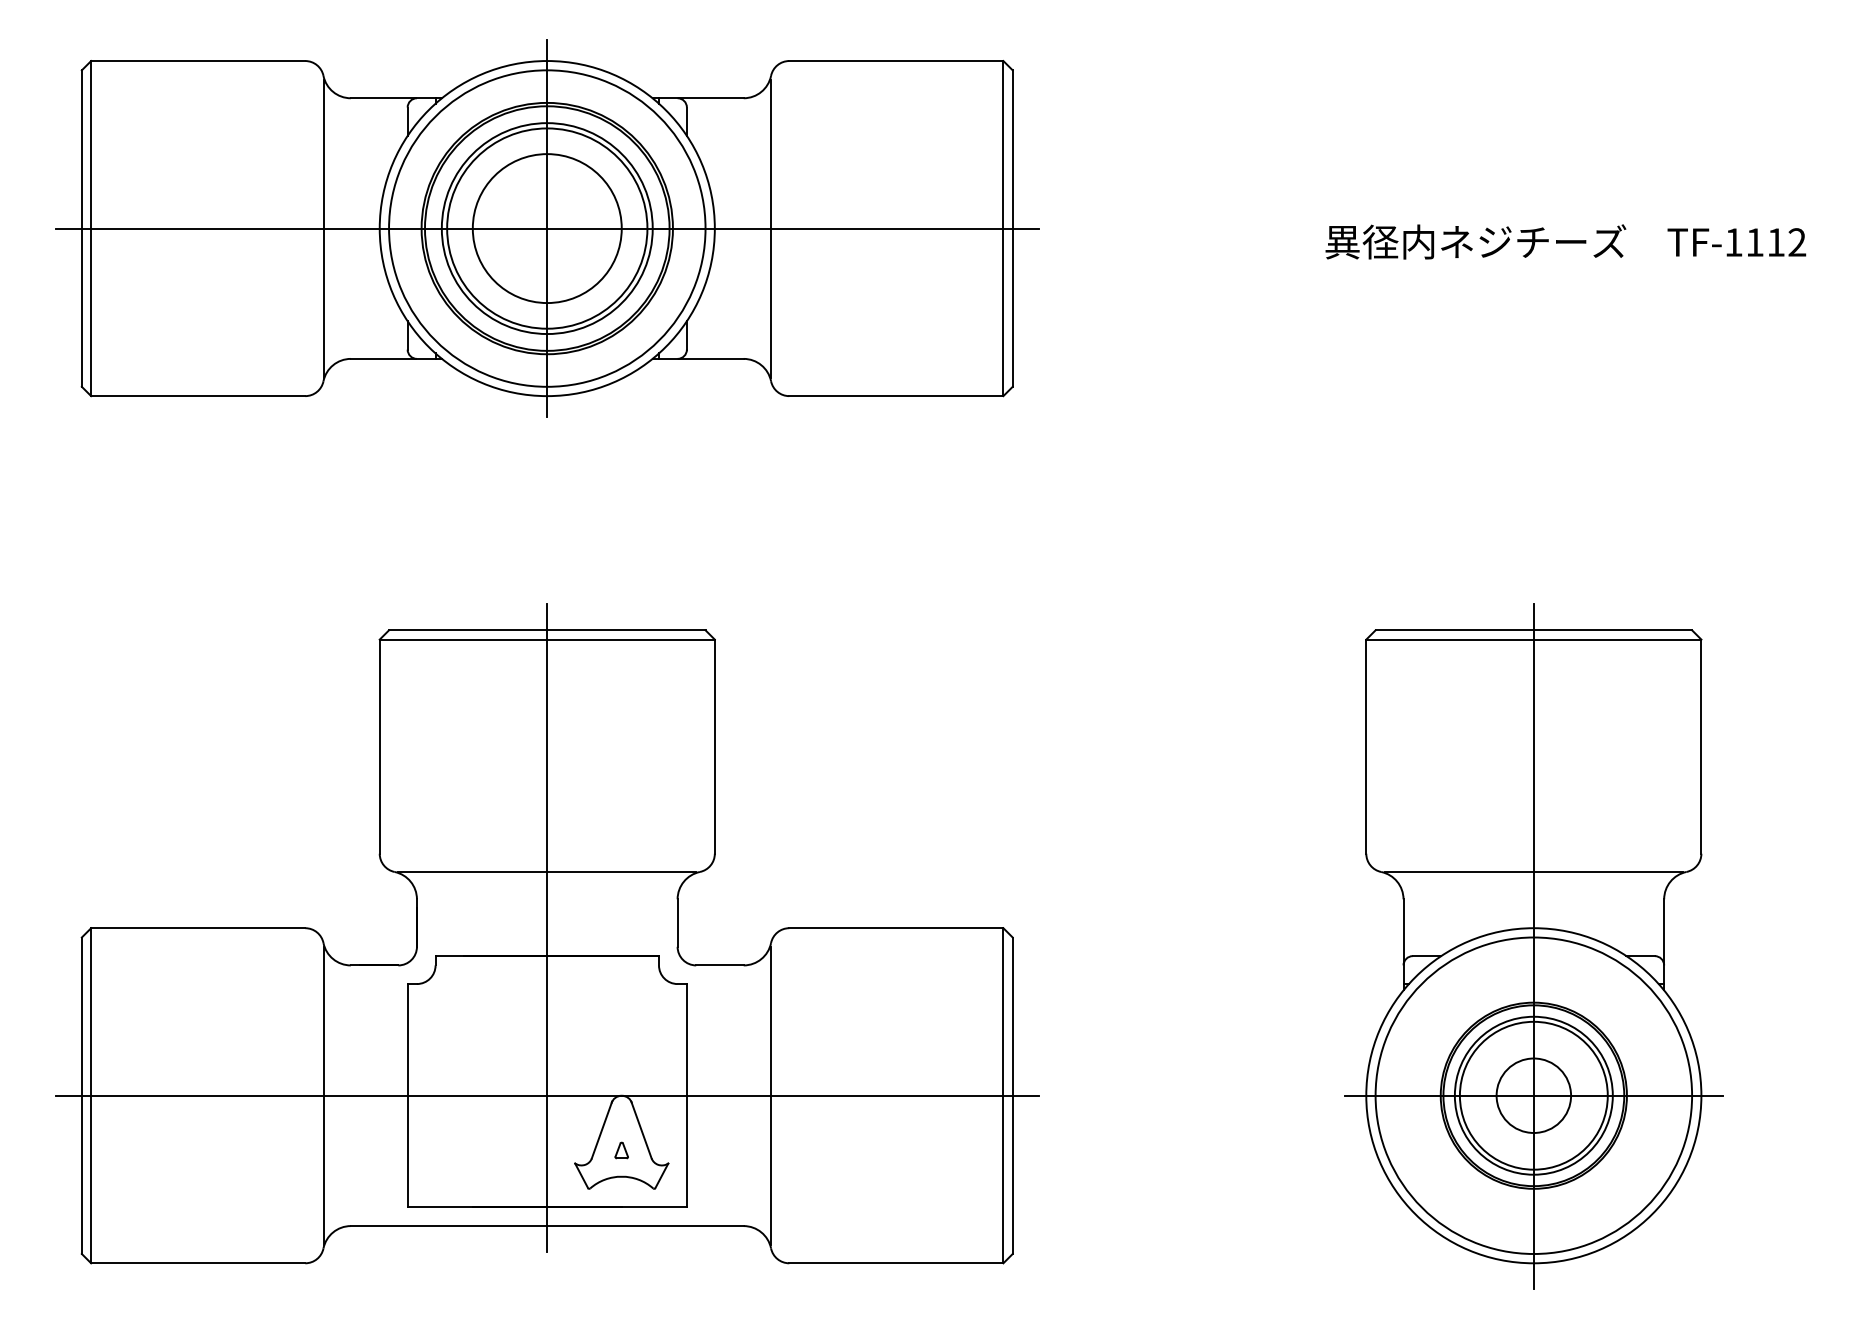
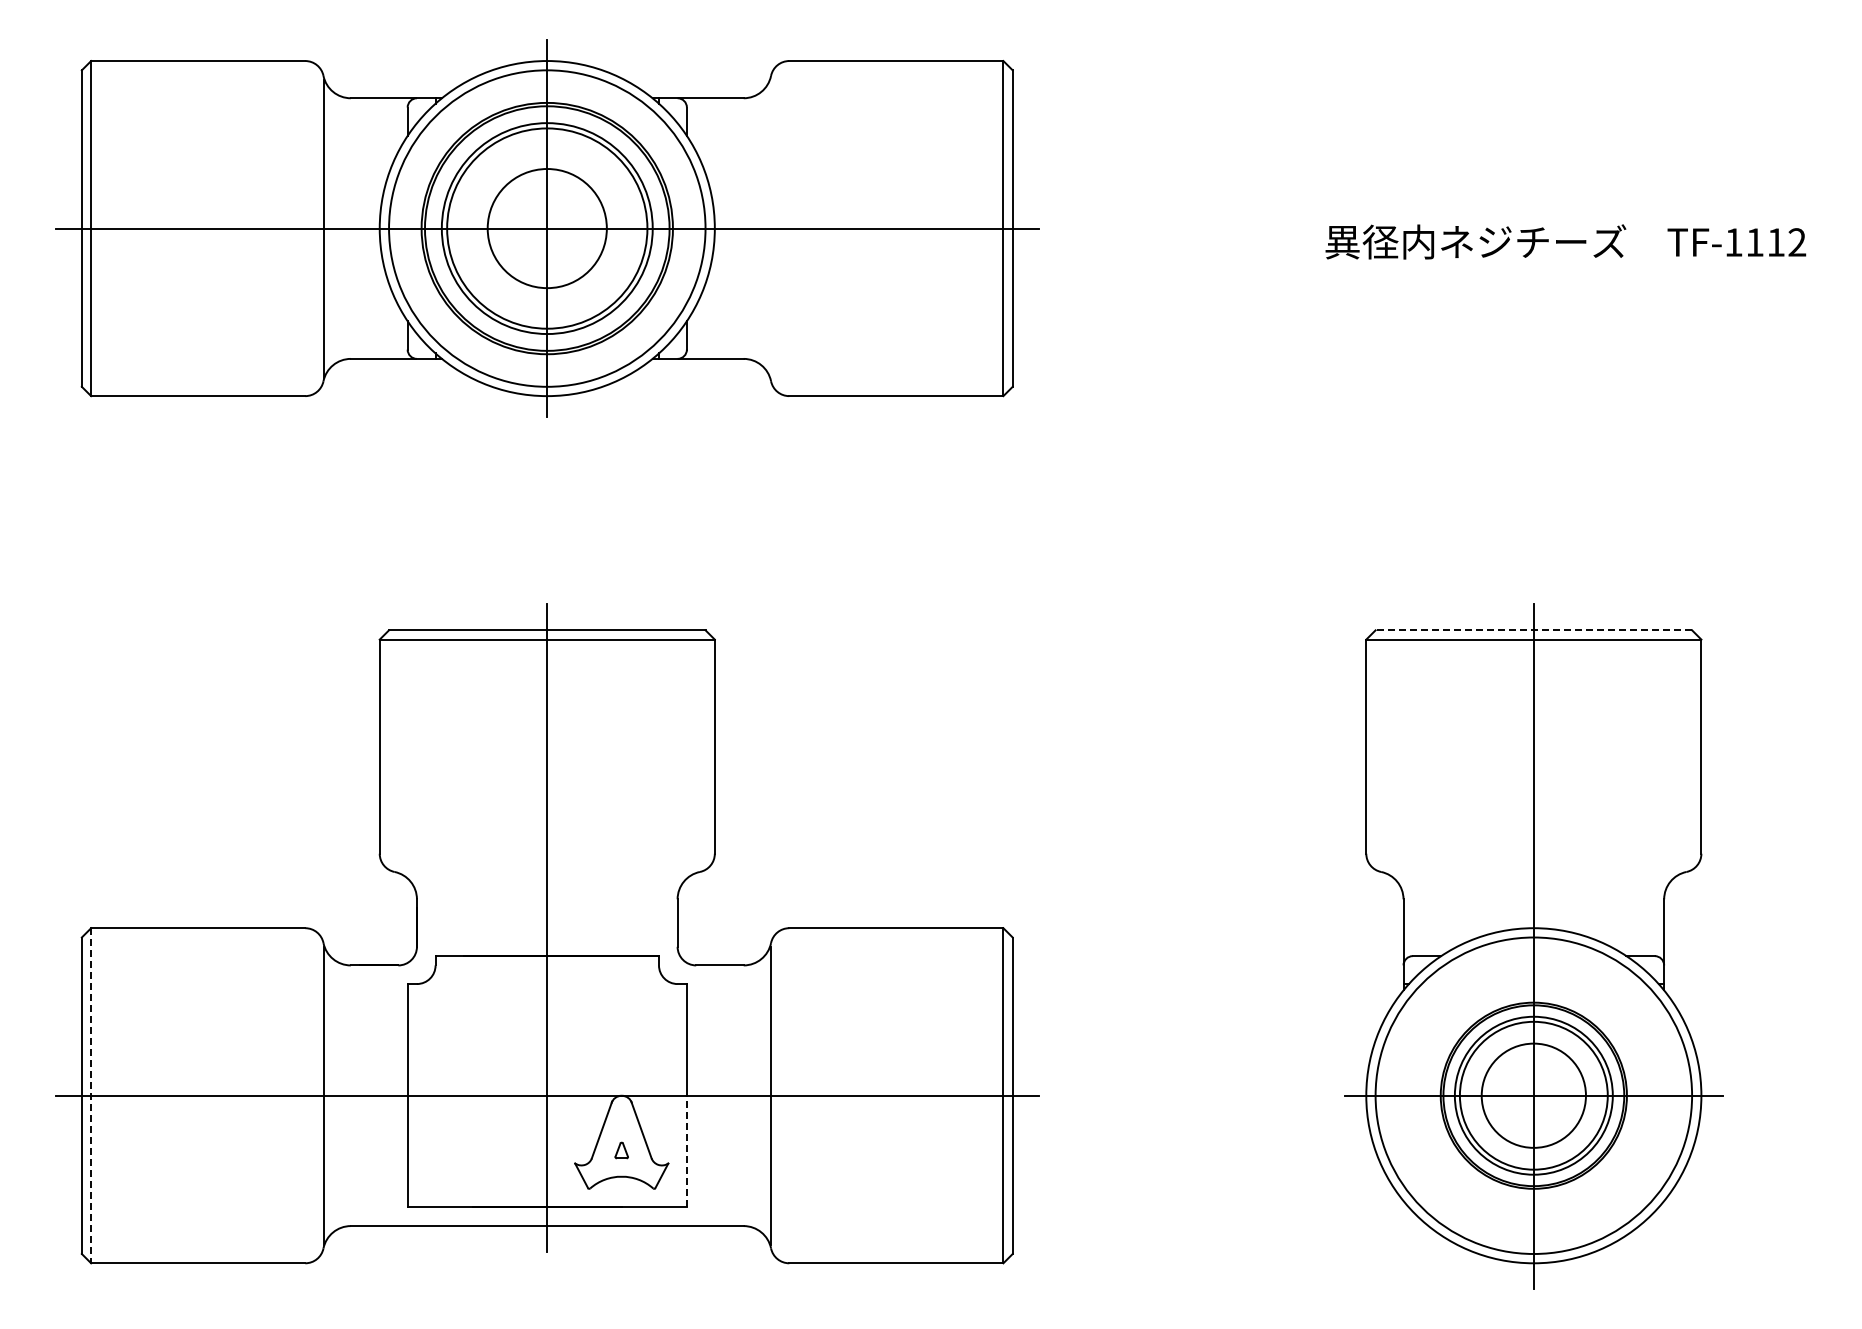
circle at (546, 228) diameter: 149 px -> 119 px
line at (770, 228): present -> none
line at (1533, 630): solid -> dashed
line at (547, 872): present -> none
line at (1533, 872): present -> none
line at (91, 1095): solid -> dashed
circle at (1533, 1095) diameter: 74 px -> 104 px
line at (686, 1151): solid -> dashed
